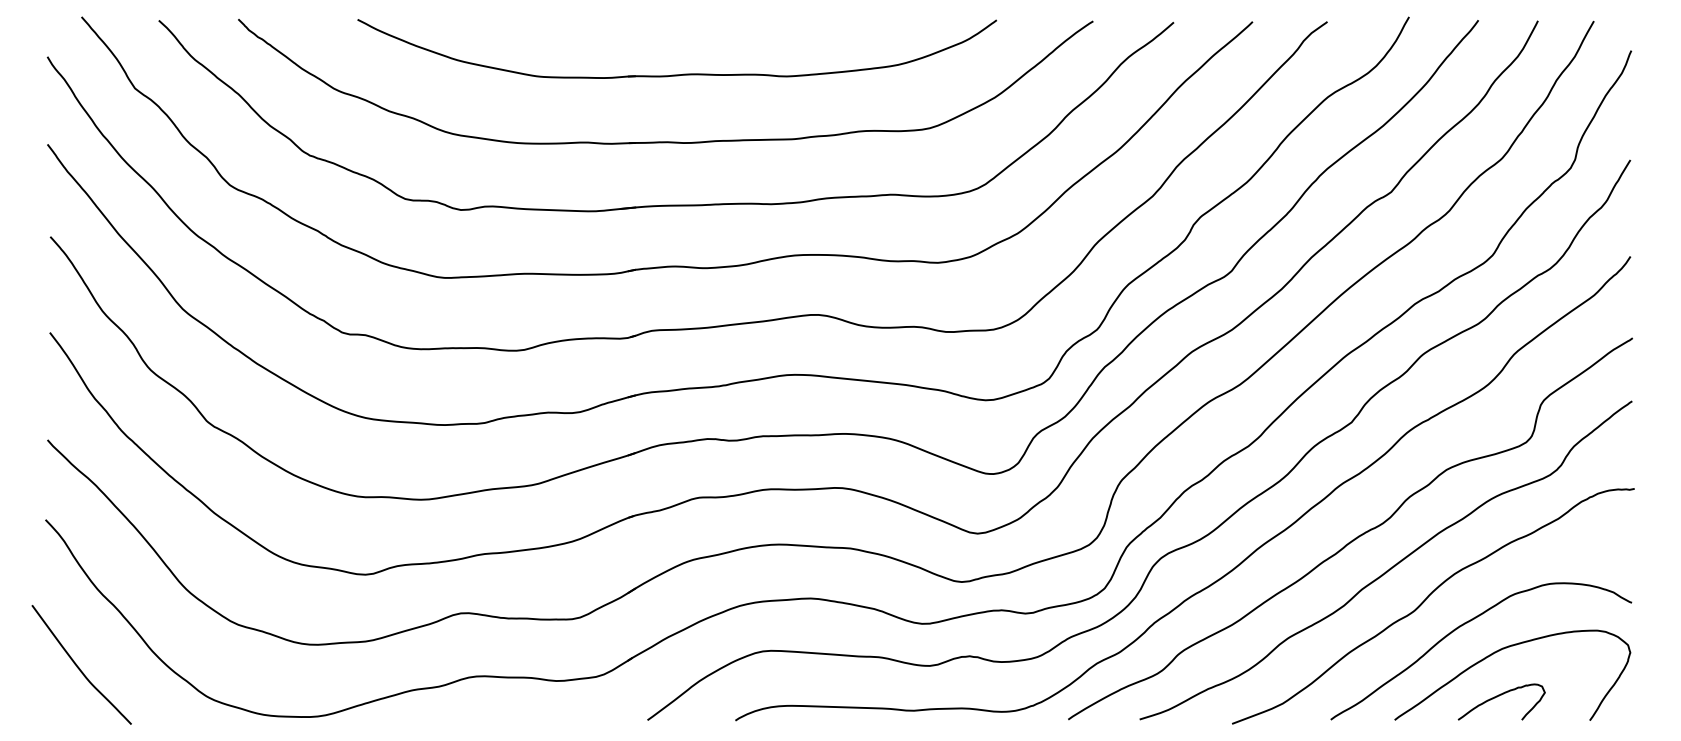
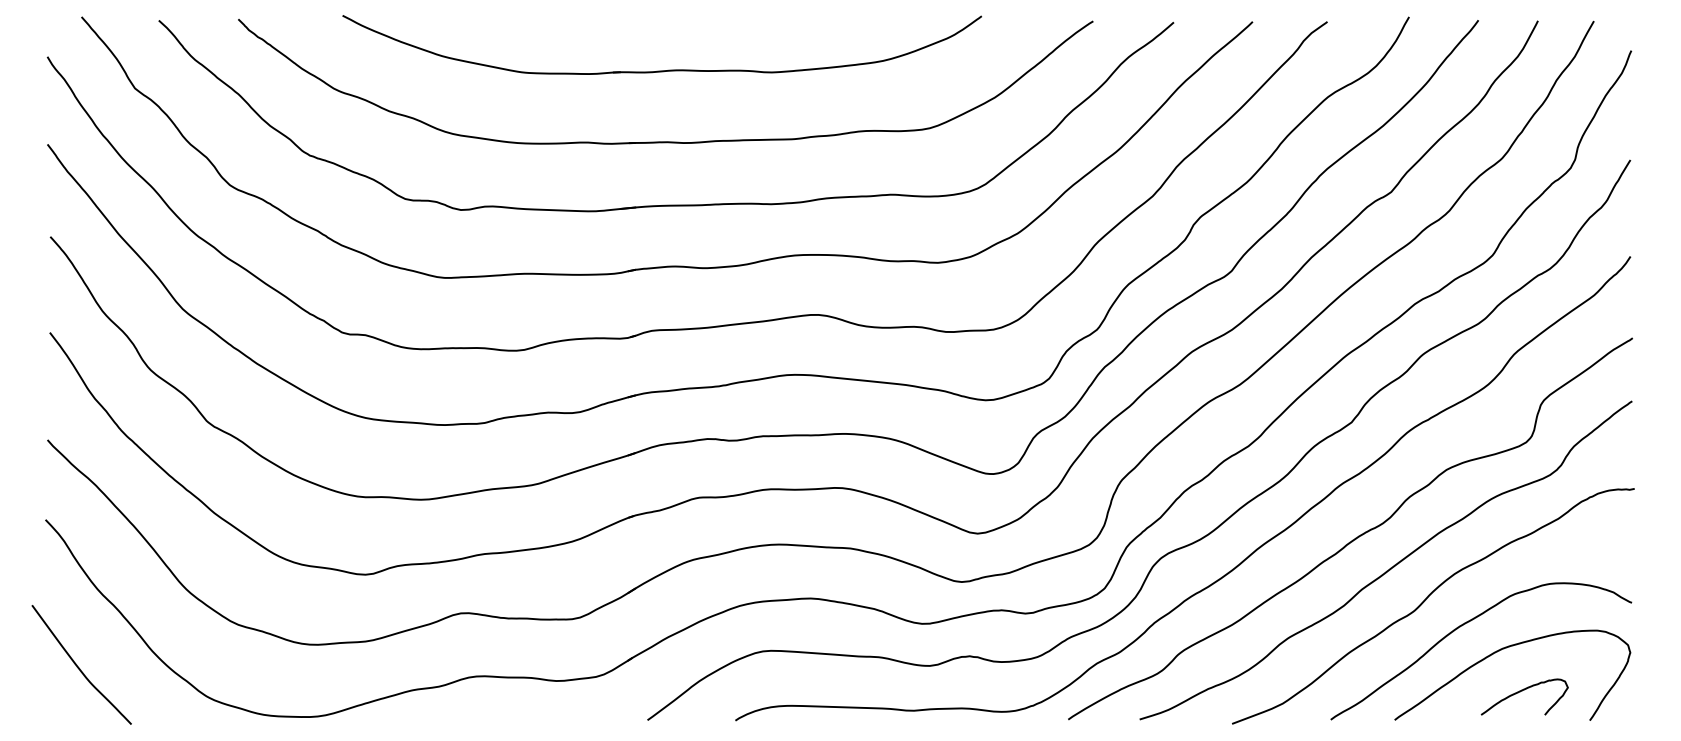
part at (683, 73) position: (683, 73) -> (668, 69)
curve at (1499, 696) position: (1499, 696) -> (1522, 691)
